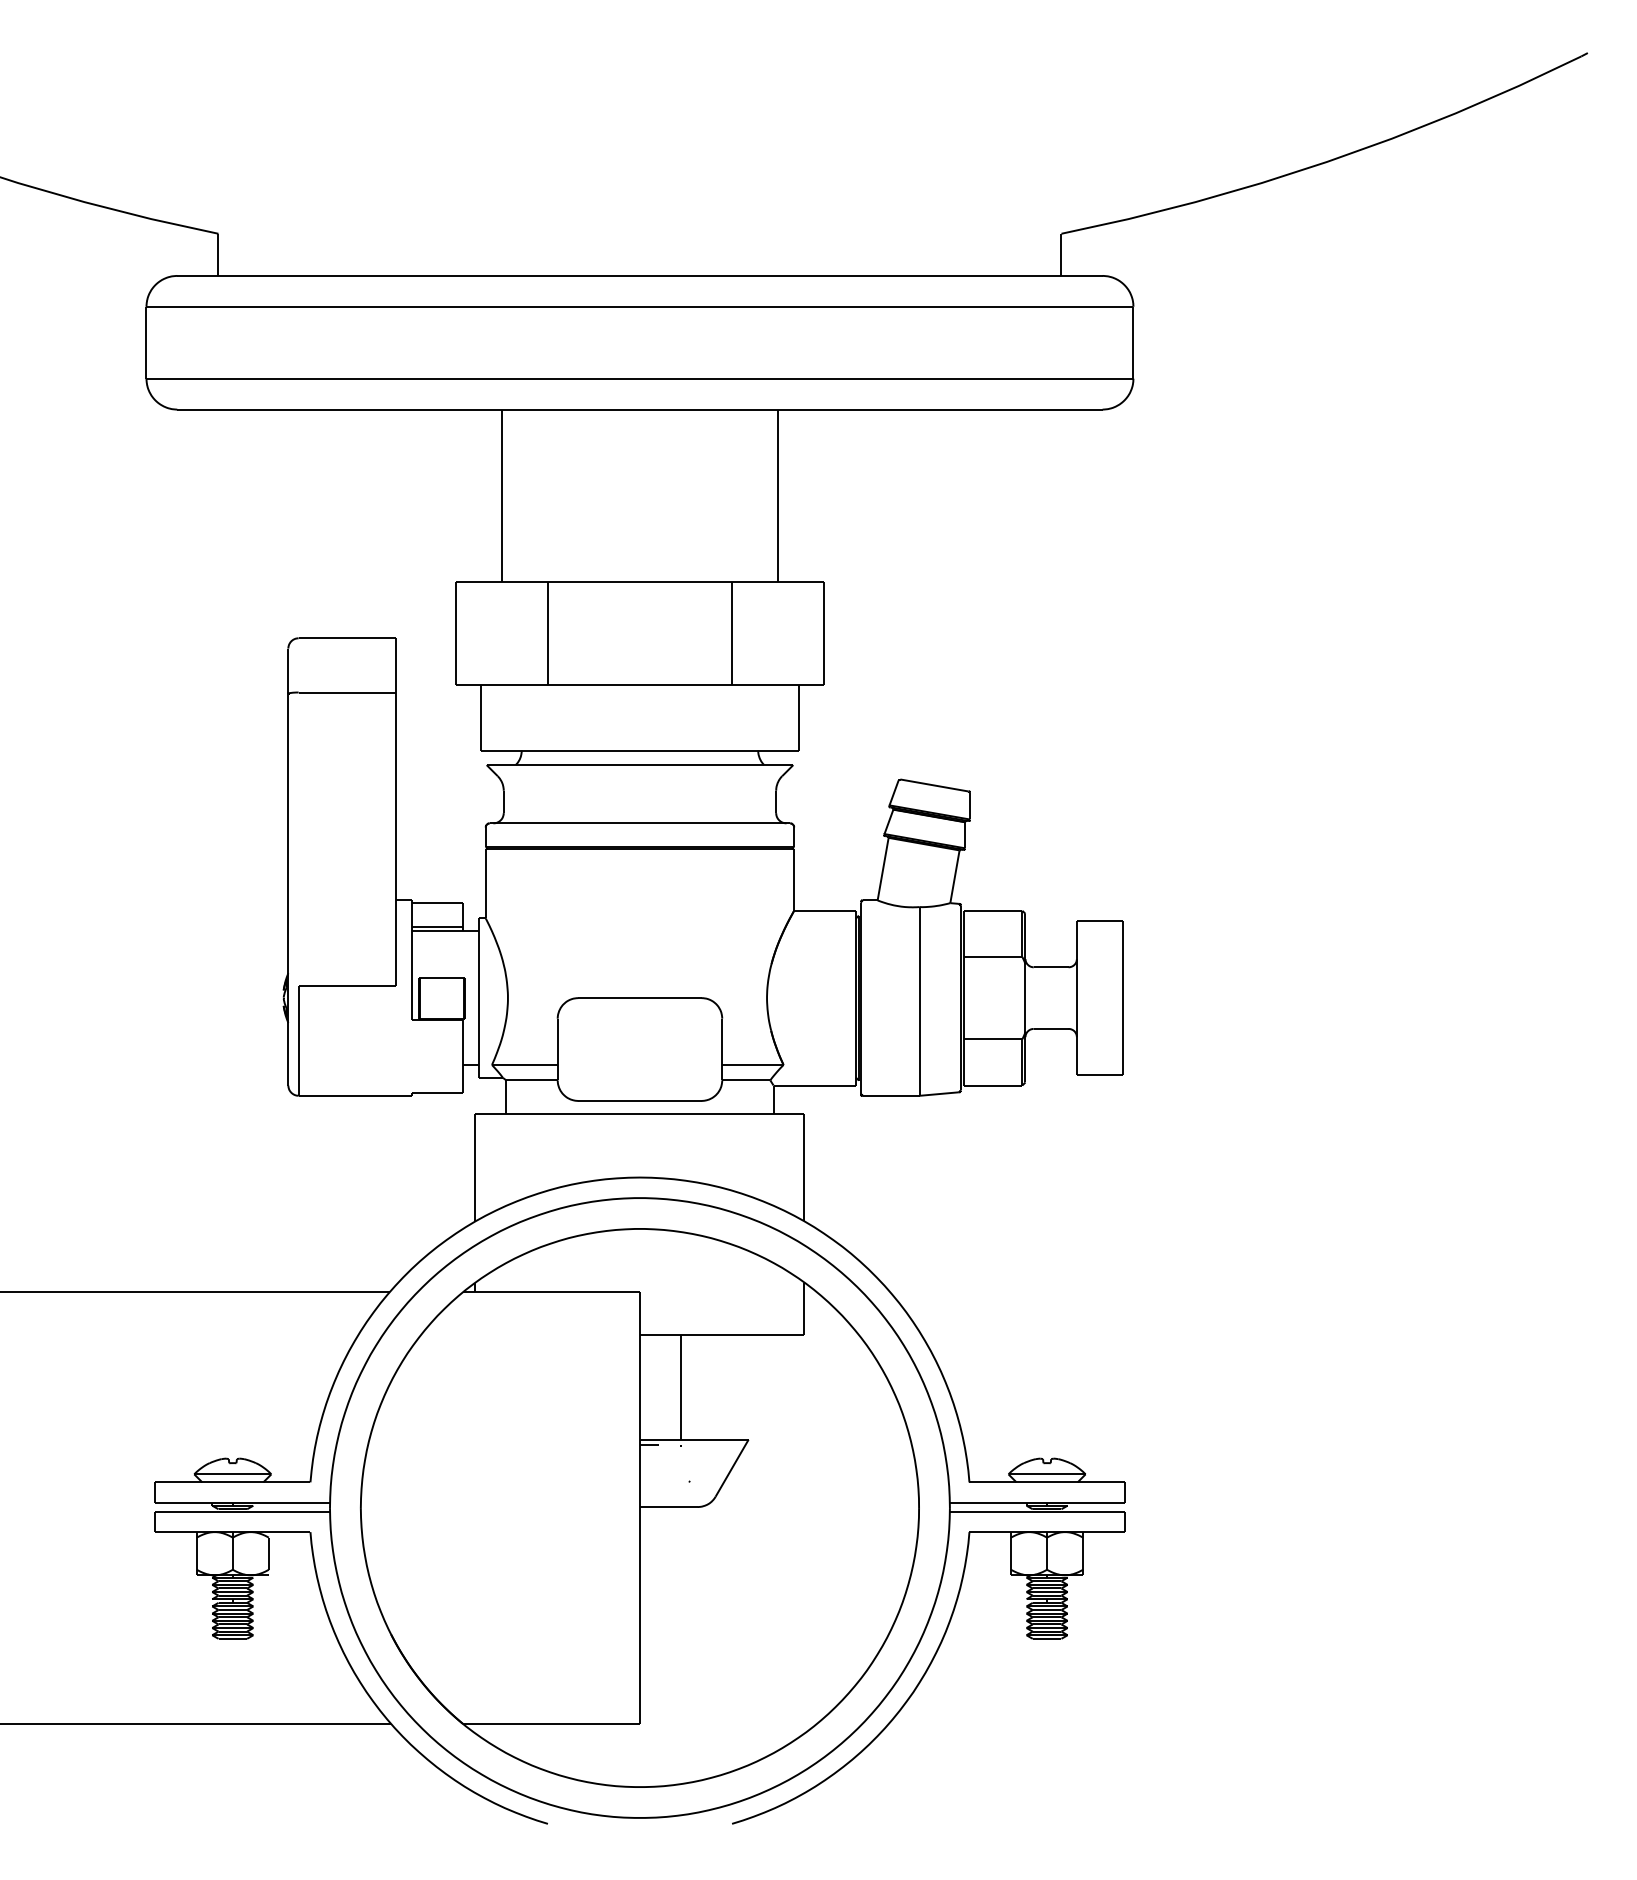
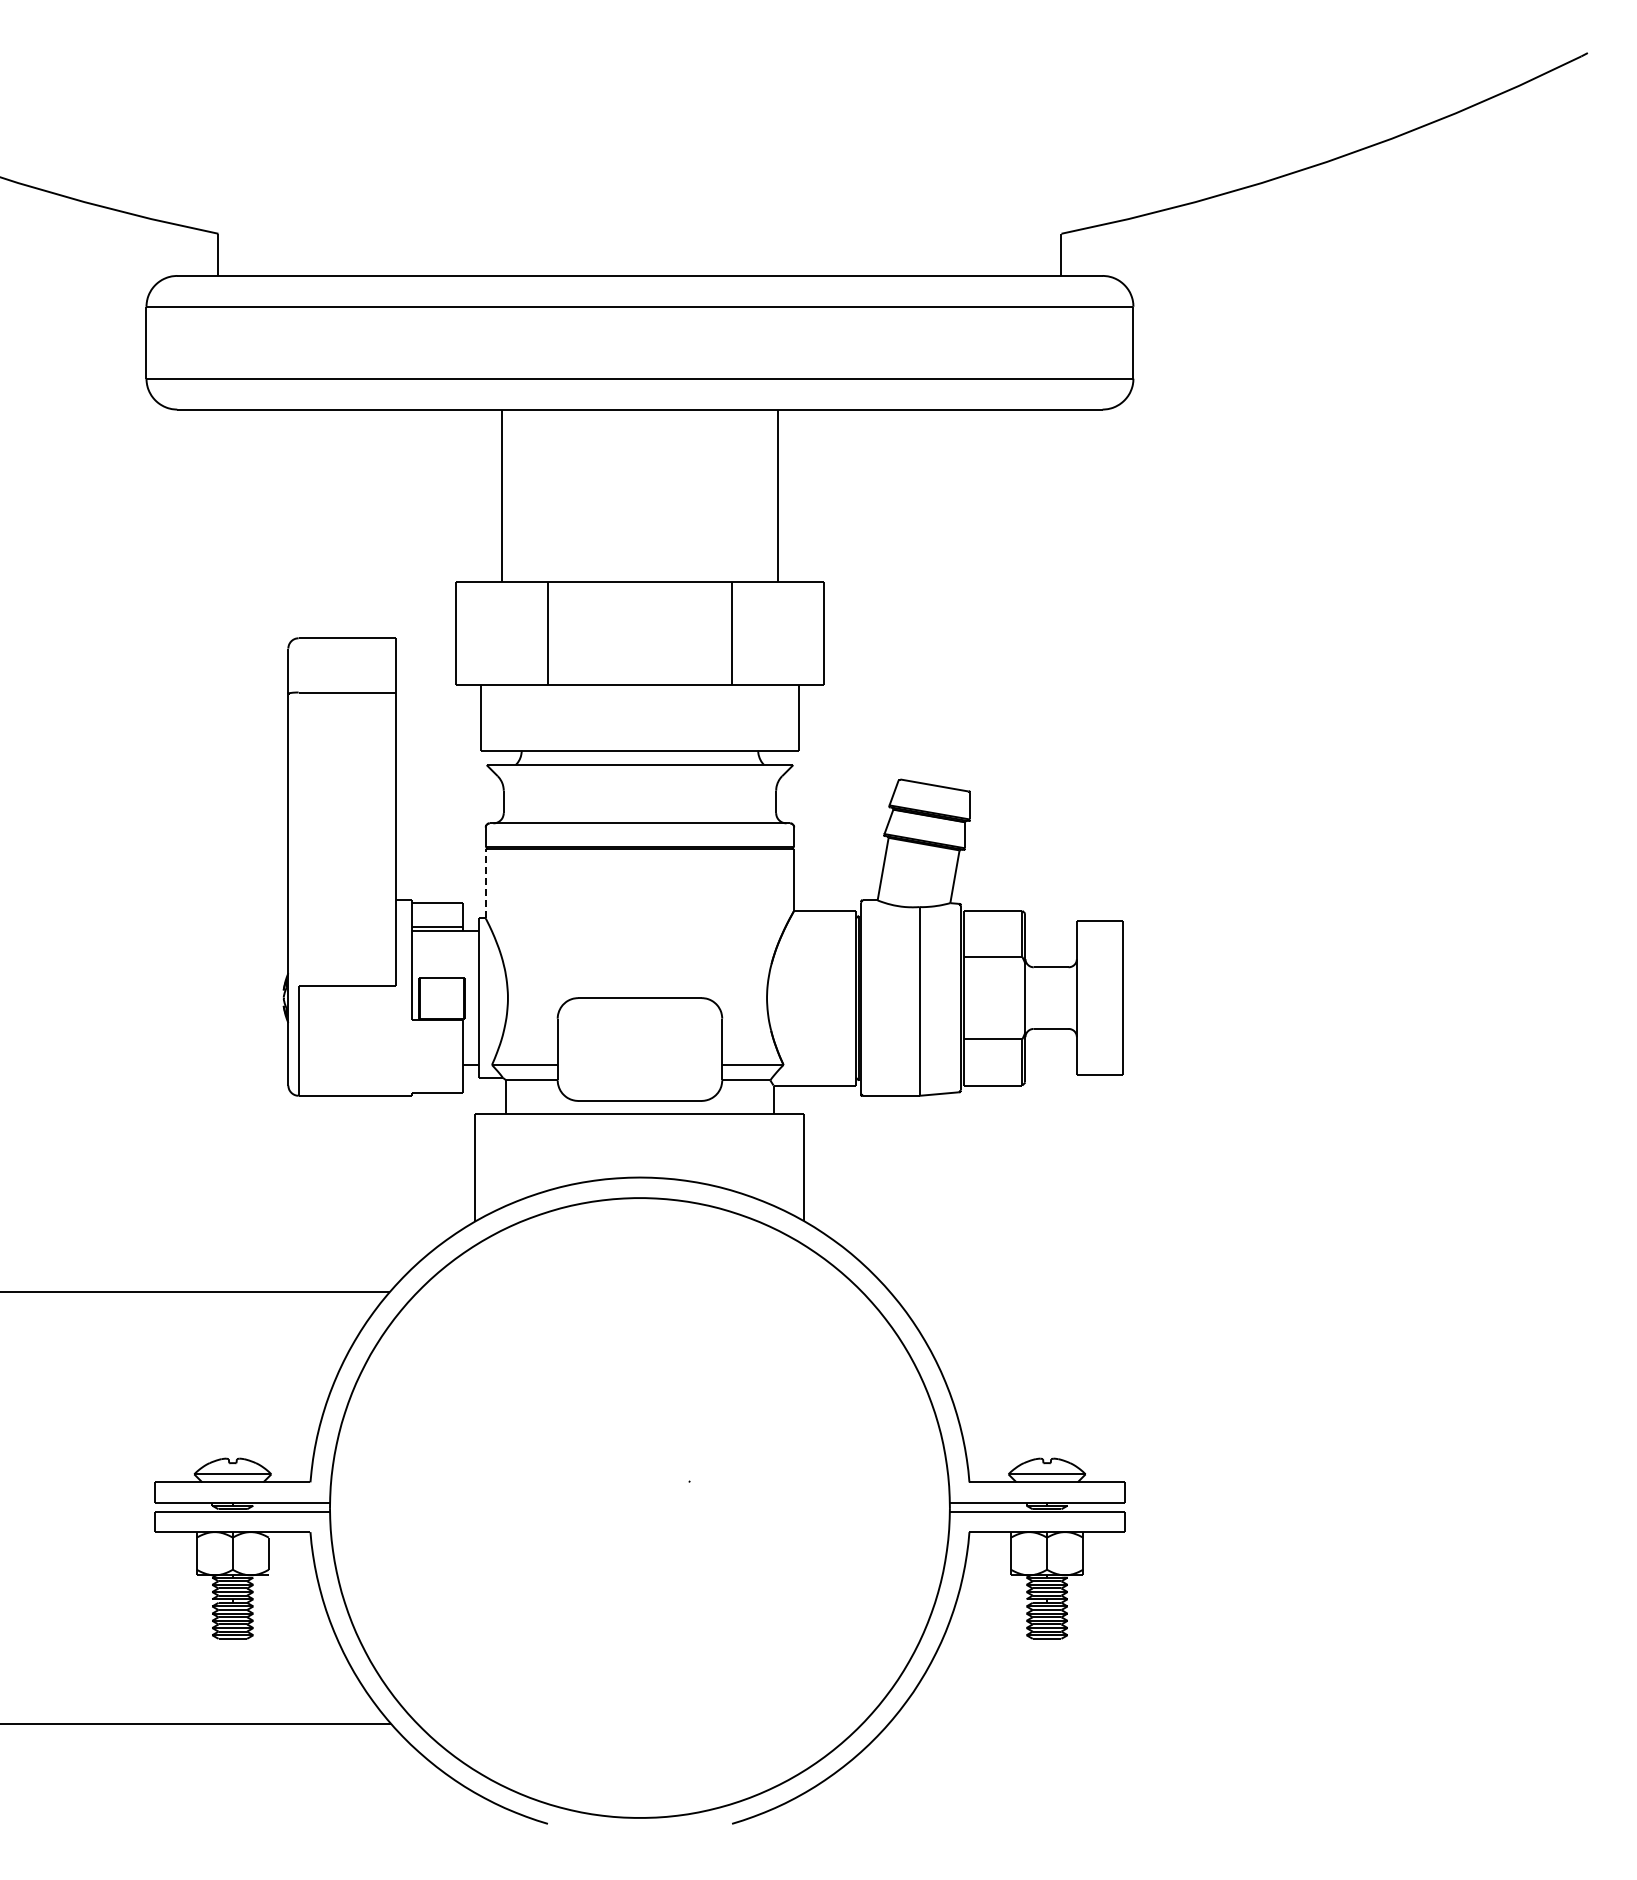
line at (485, 883): solid -> dashed
part at (639, 1507): present -> none
